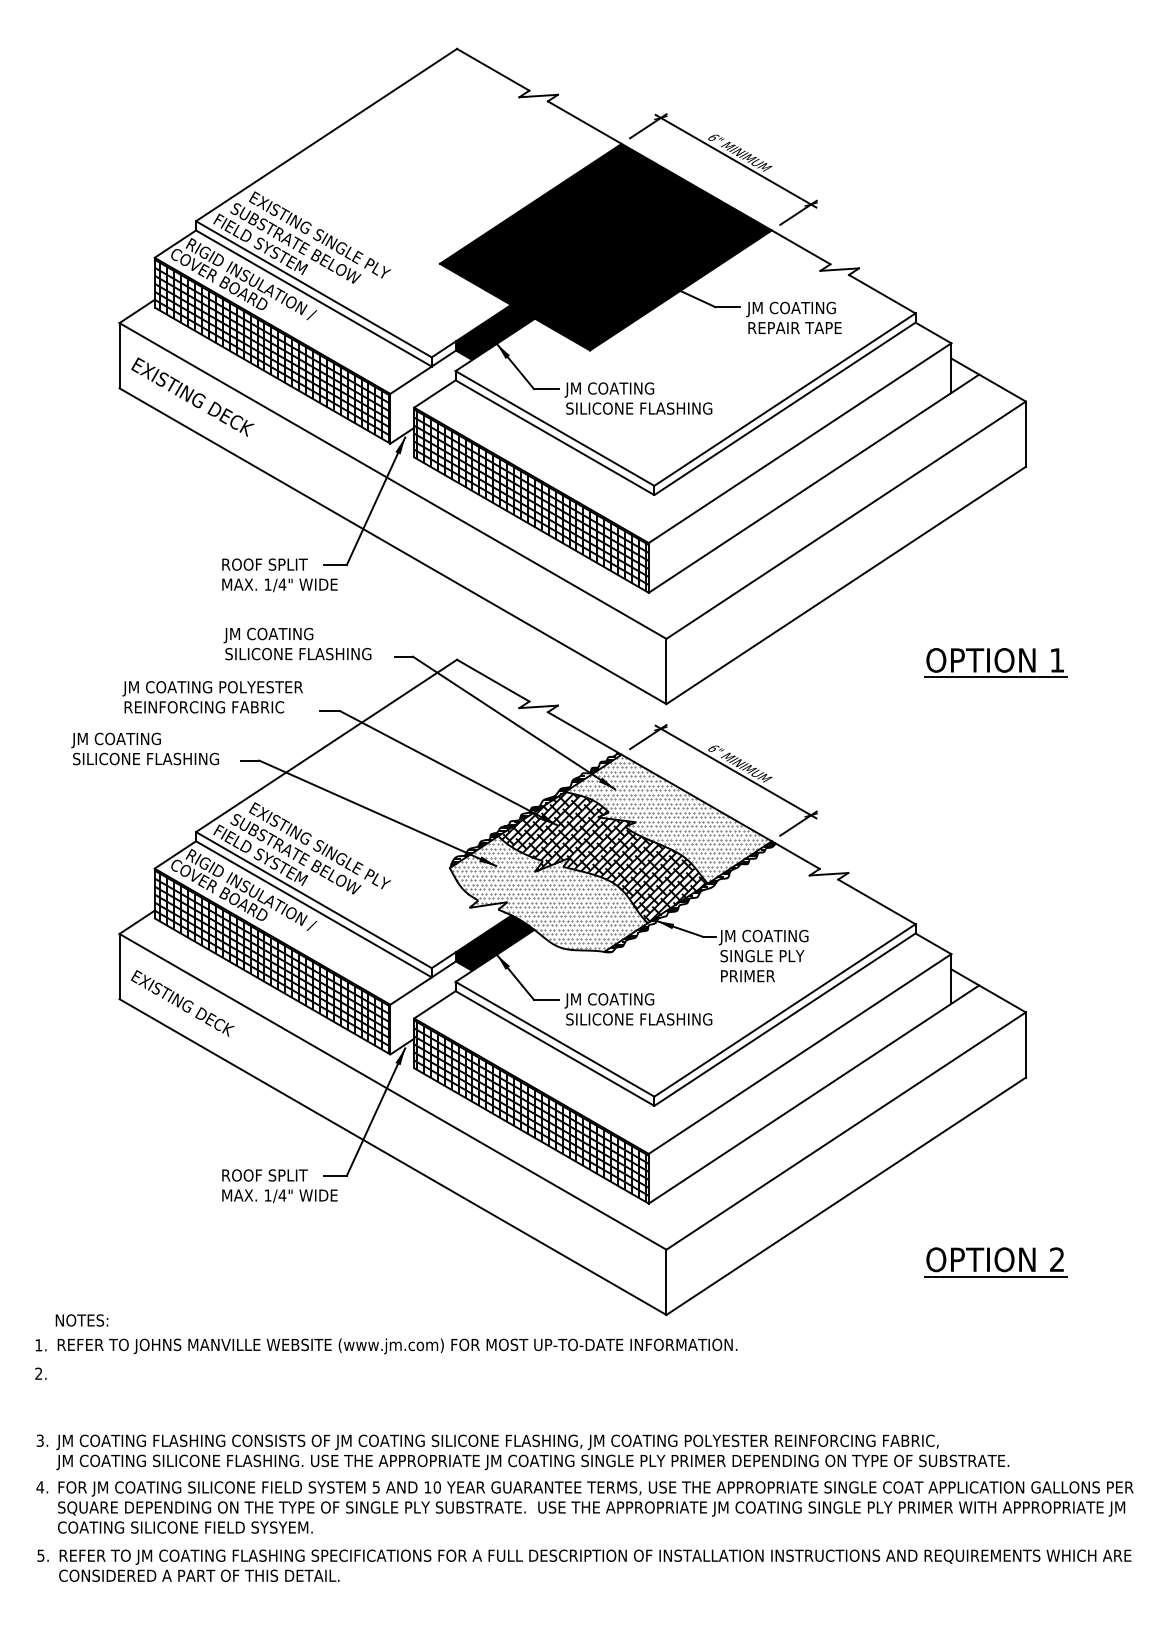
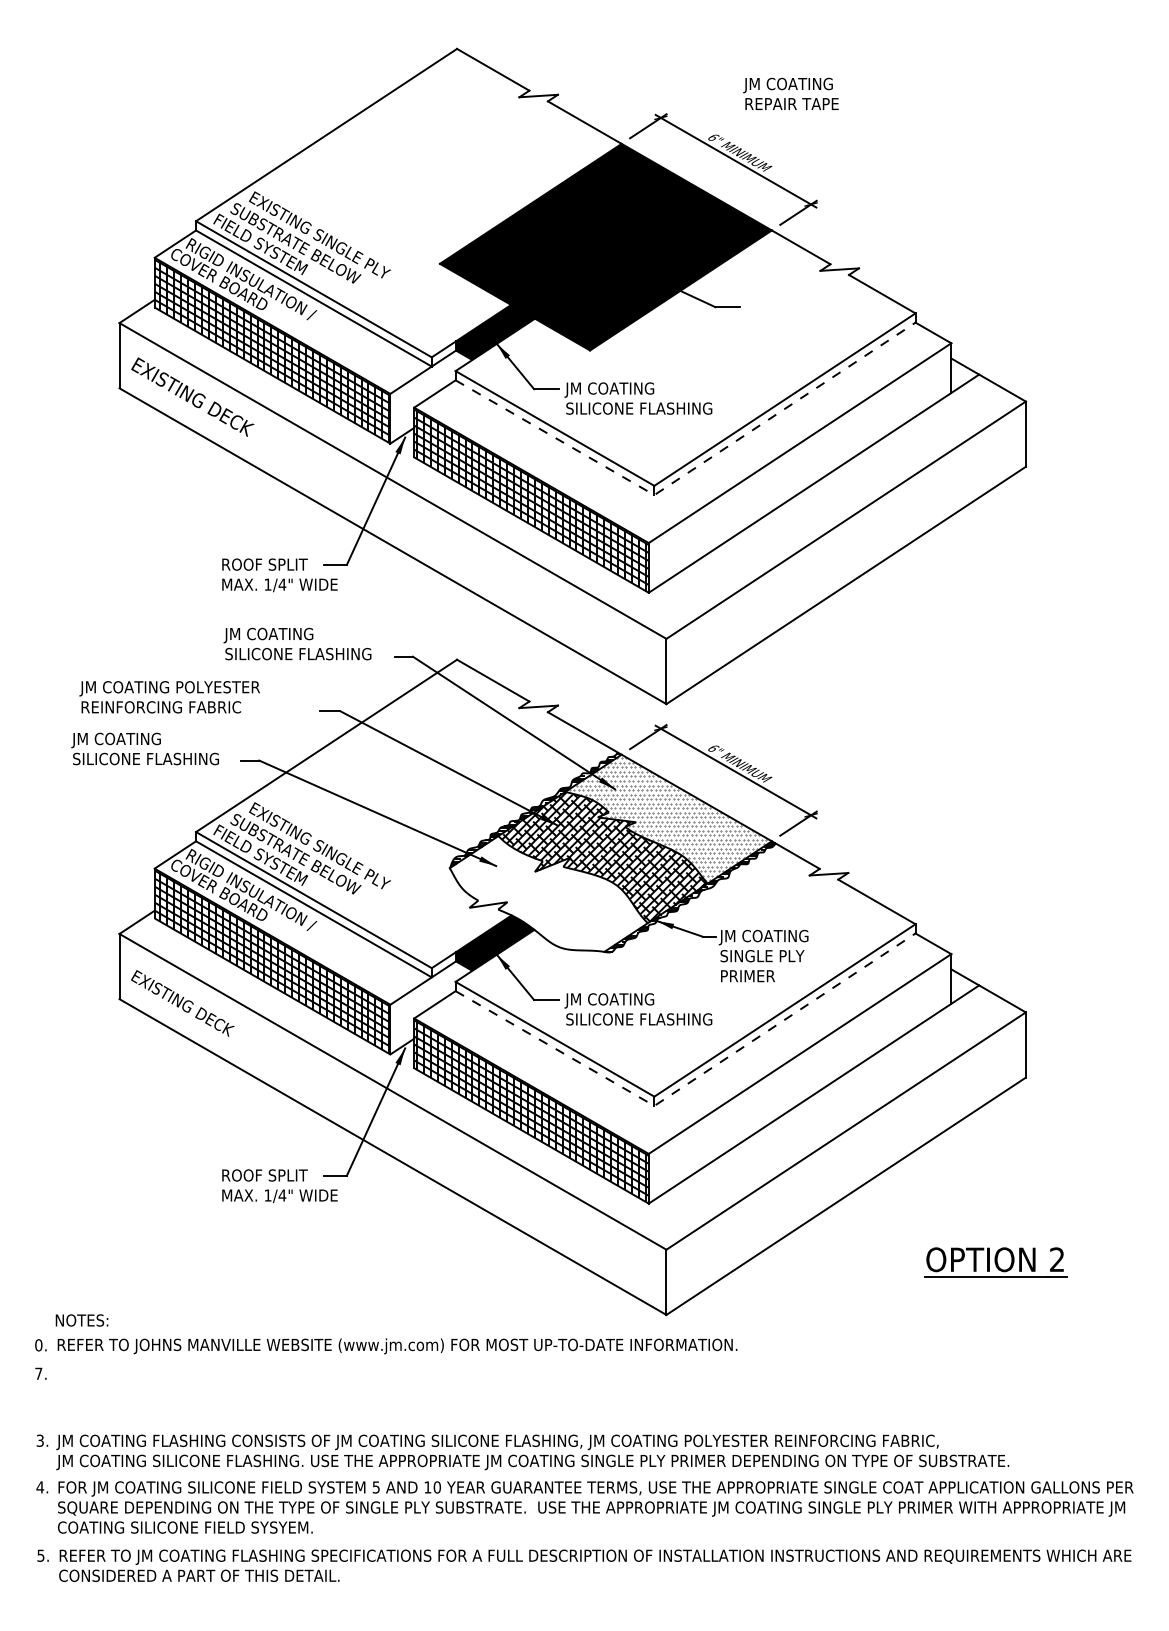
text at (793, 317) position: (793, 317) -> (790, 93)
line at (688, 472): solid -> dashed
part at (995, 662): present -> none
text at (212, 697) position: (212, 697) -> (169, 697)
hatch at (548, 893): present -> none
line at (688, 1083): solid -> dashed
text at (38, 1345): 1. -> 0.
text at (38, 1373): 2. -> 7.
